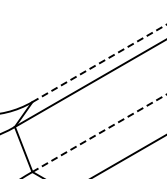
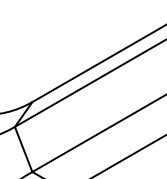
line at (99, 63): dashed -> solid
line at (99, 133): dashed -> solid
